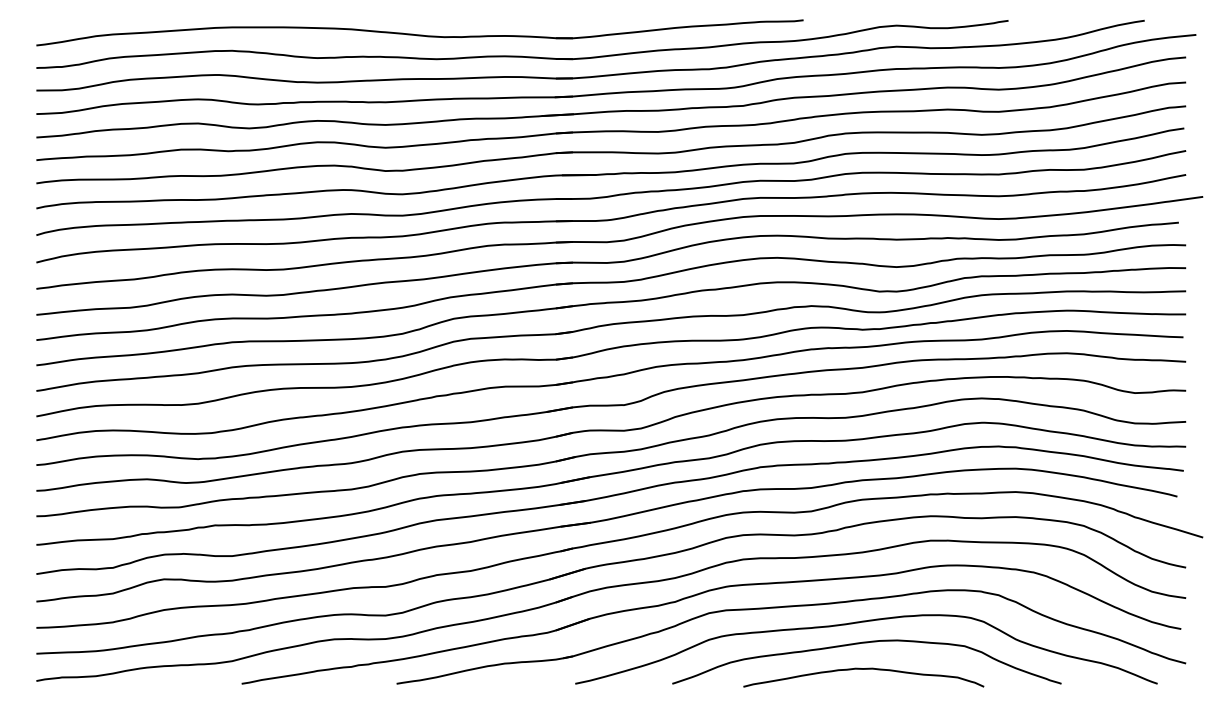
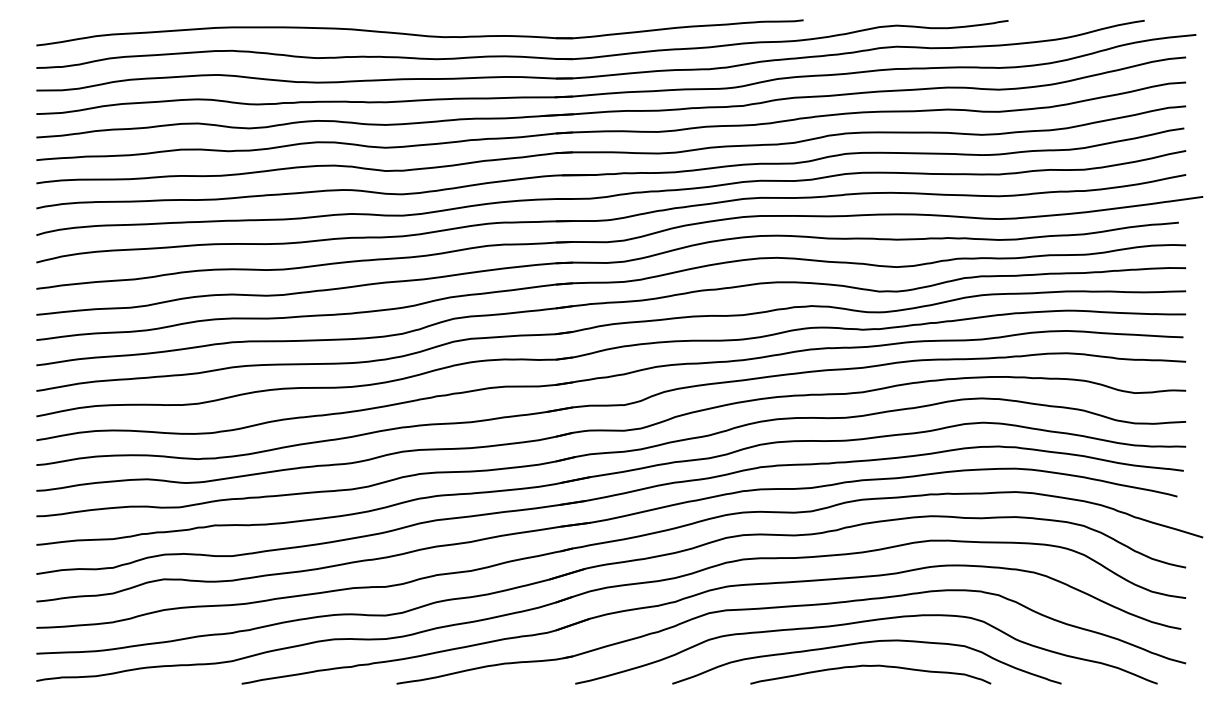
curve at (863, 669) position: (863, 669) -> (870, 666)
